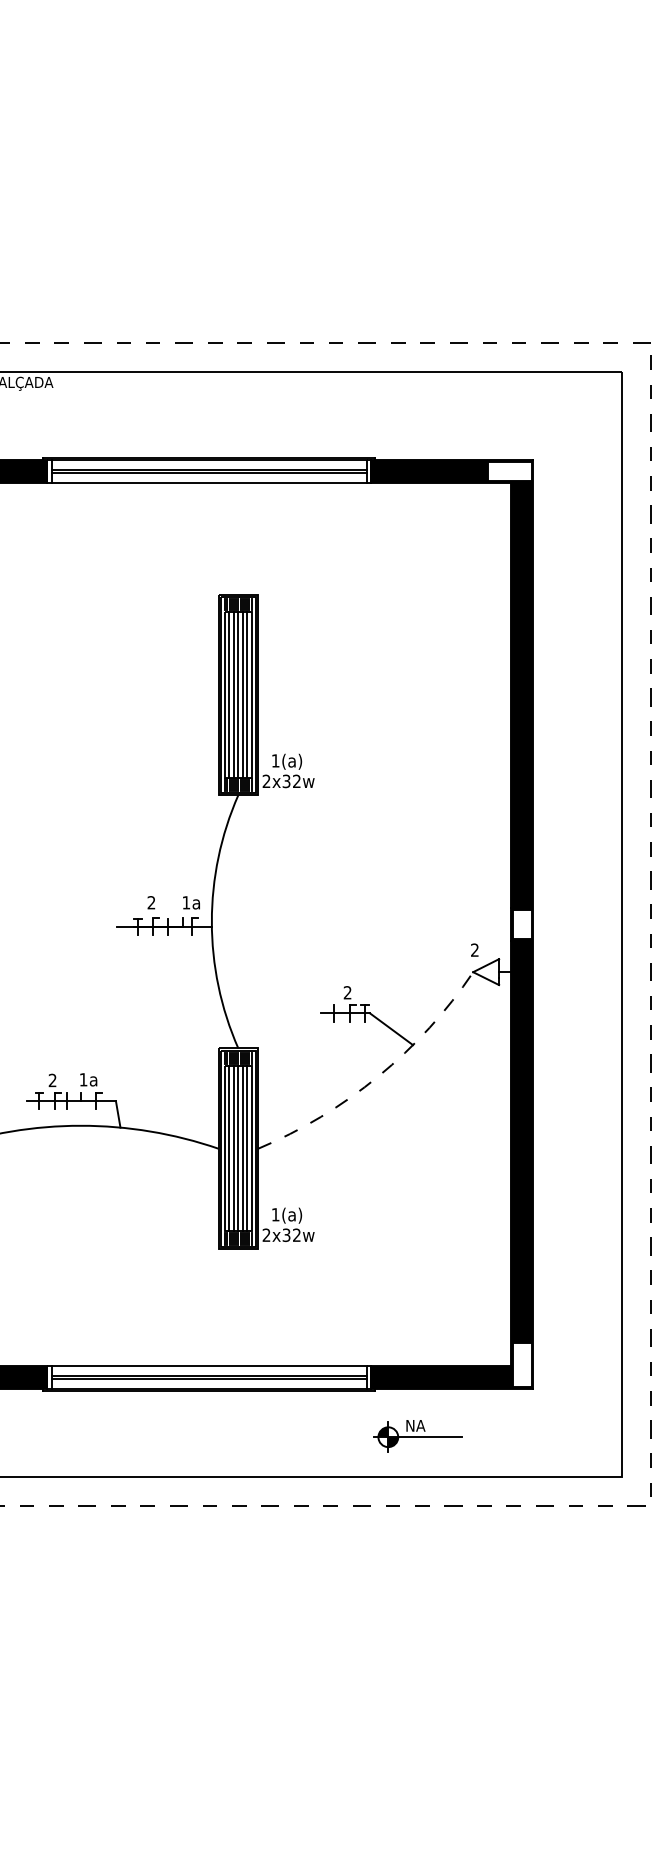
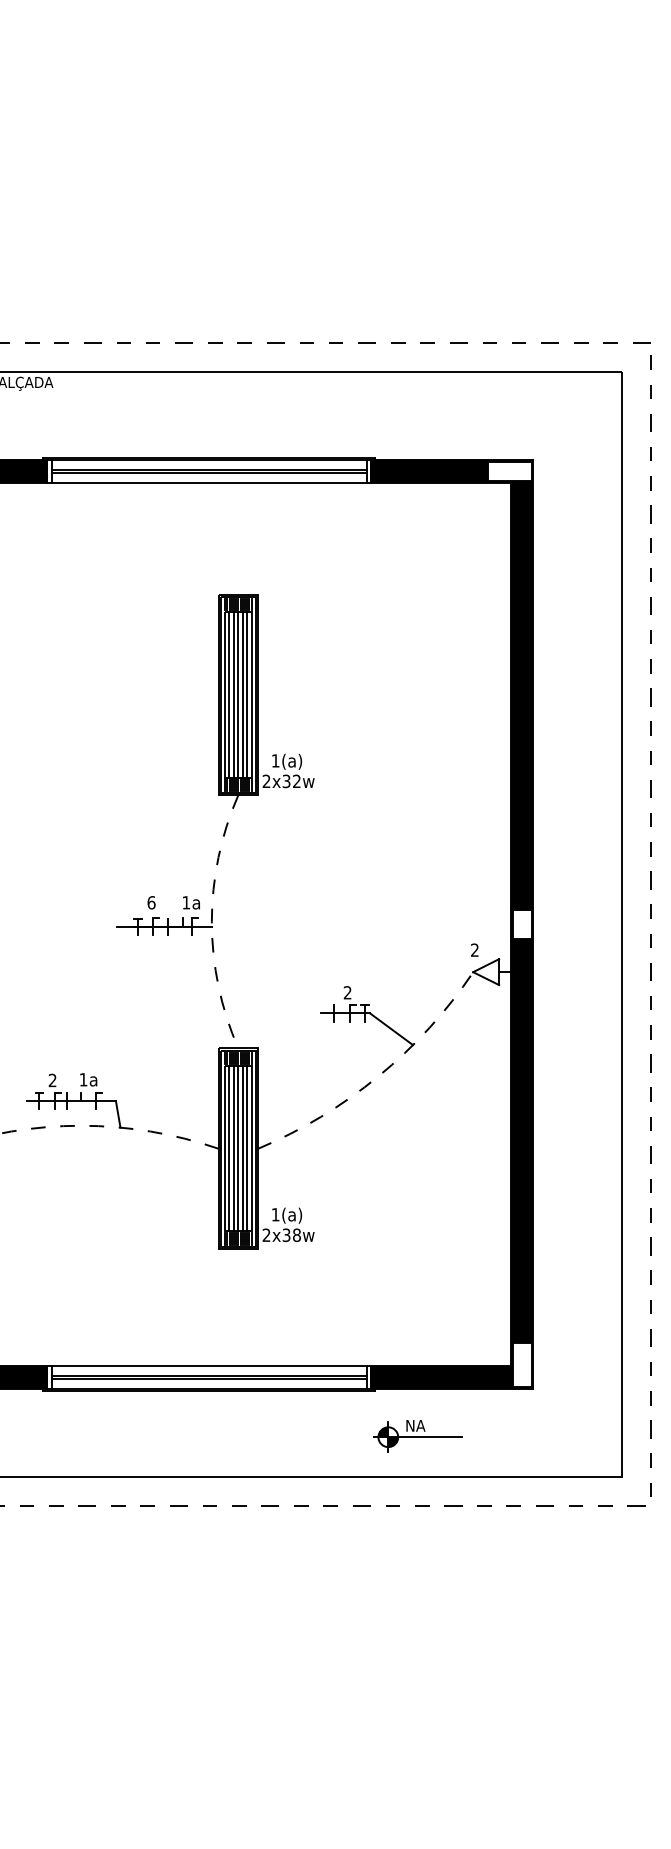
text at (151, 902): 2 -> 6
arc at (211, 921): solid -> dashed
arc at (110, 1126): solid -> dashed
text at (296, 1234): 2x32w -> 2x38w
